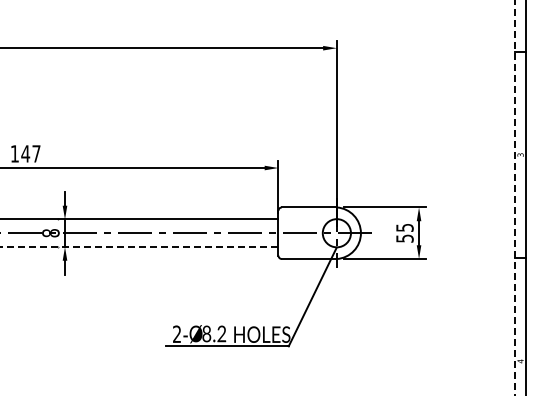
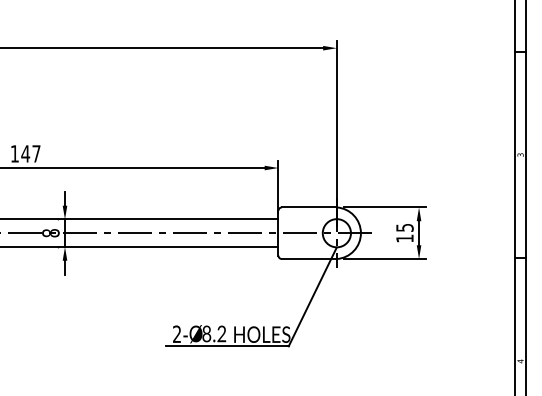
line at (515, 197): dashed -> solid
text at (404, 238): 55 -> 15
line at (139, 246): dashed -> solid
